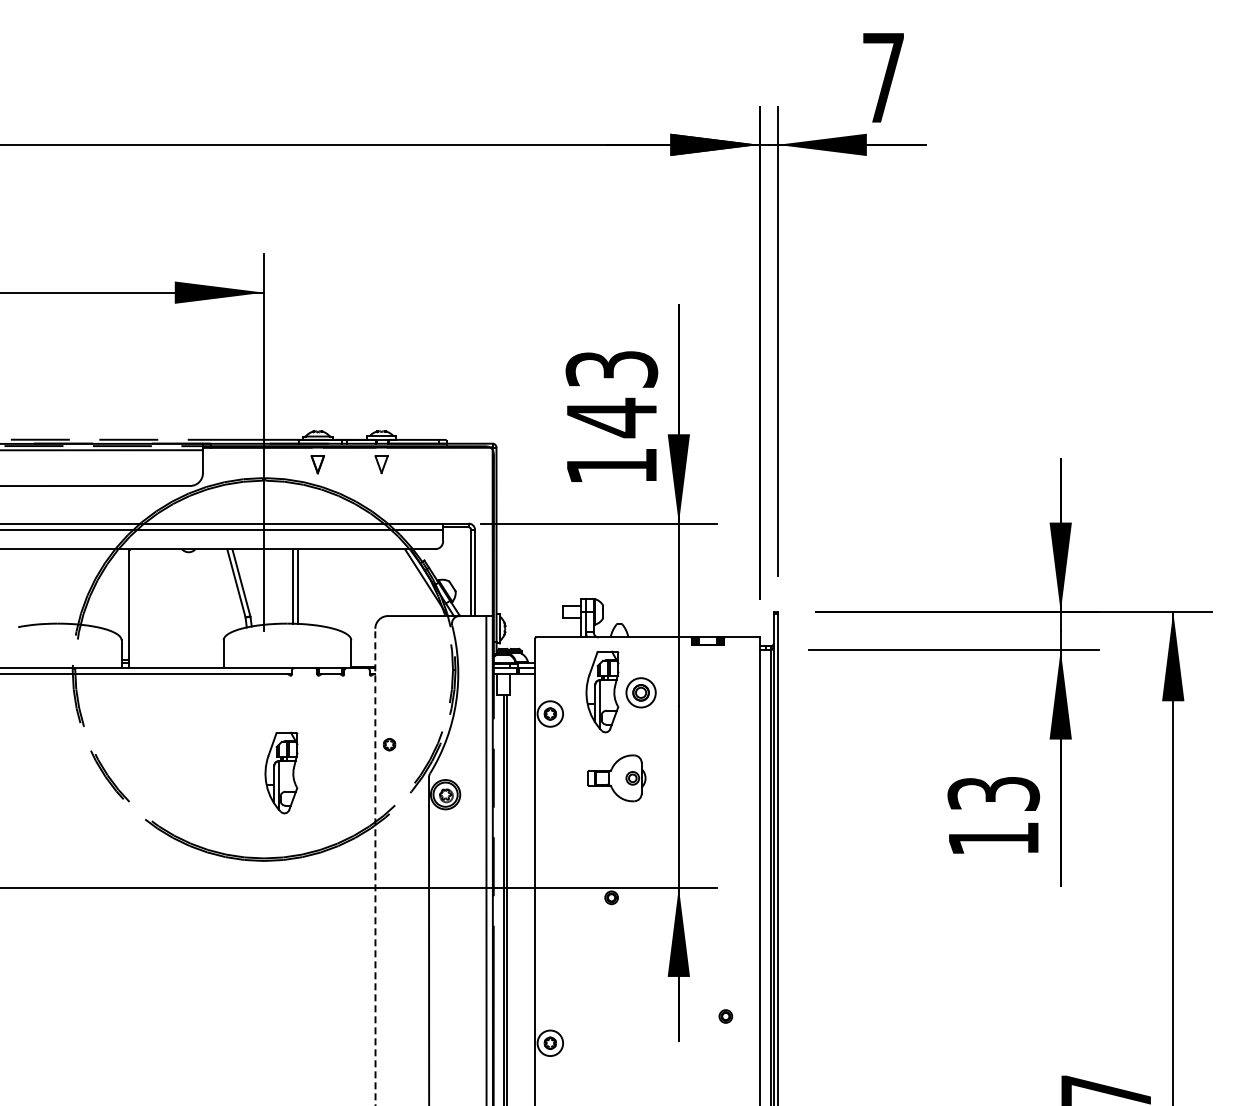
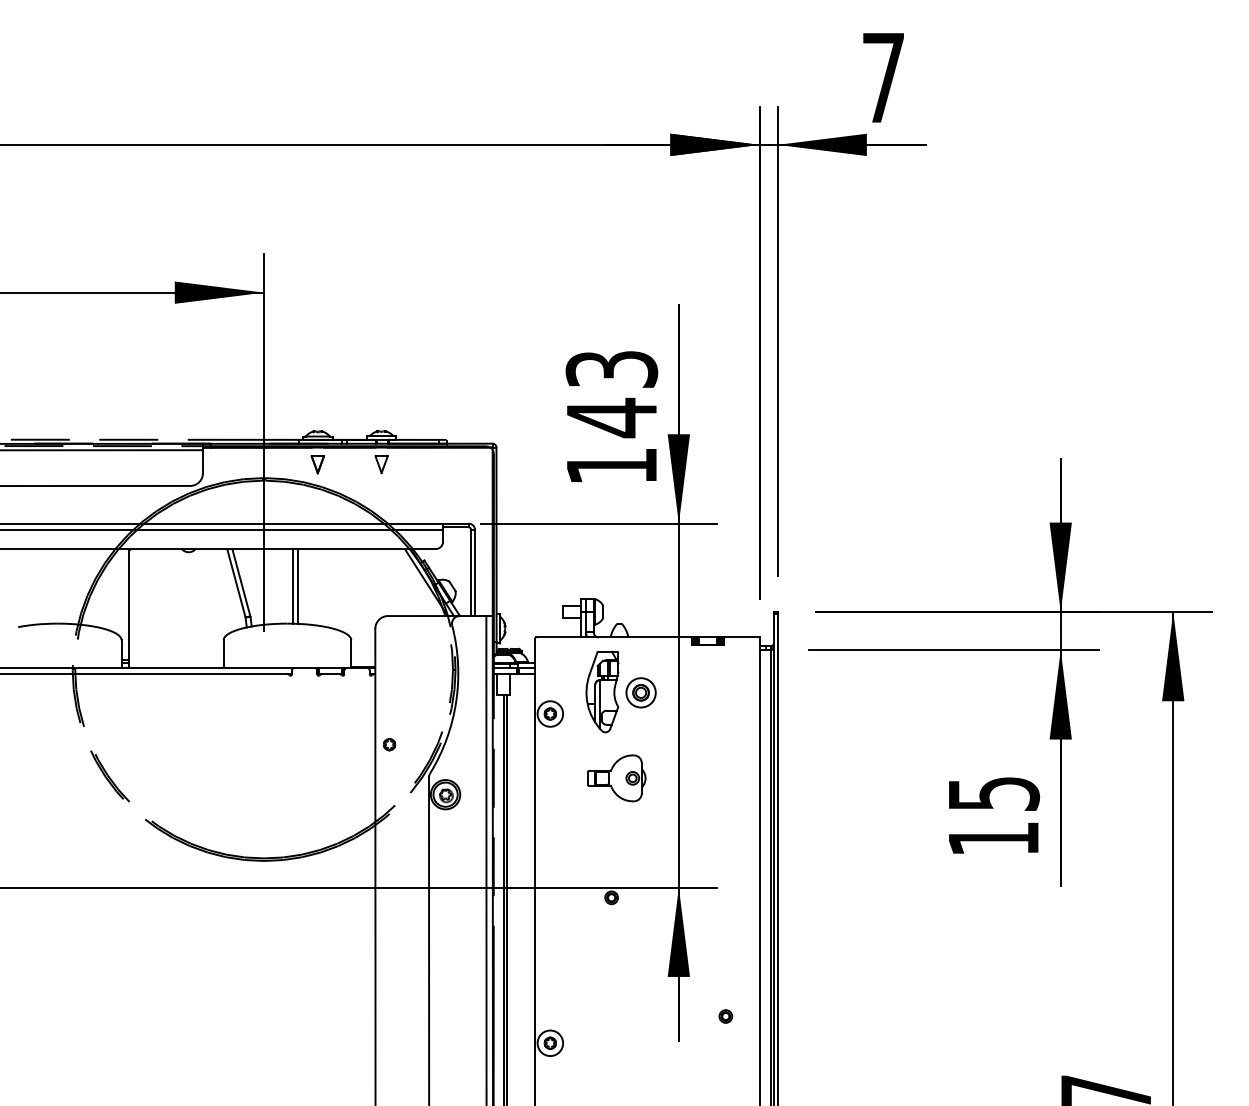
part at (281, 772): present -> none
text at (993, 793): 13 -> 15
line at (375, 866): dashed -> solid
